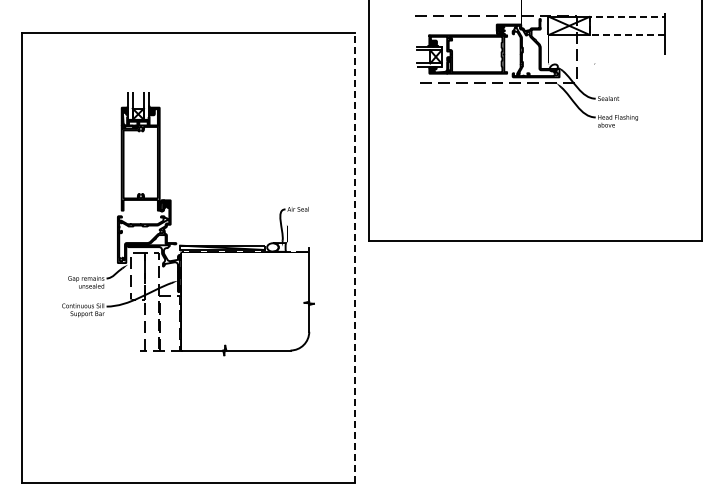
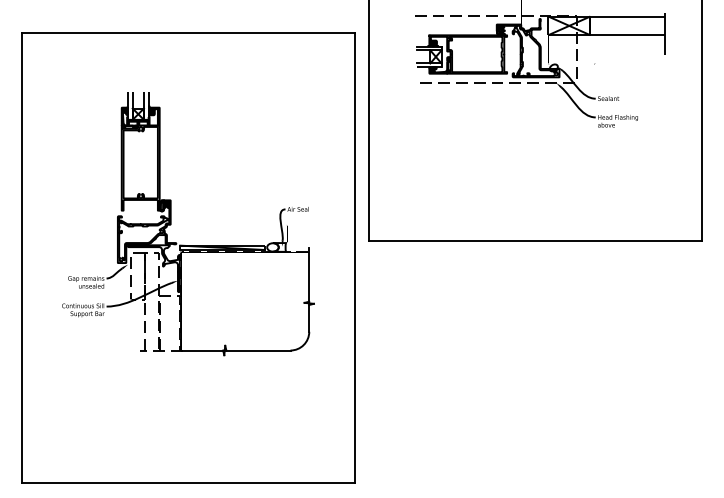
line at (590, 25): dashed -> solid
line at (354, 258): dashed -> solid
